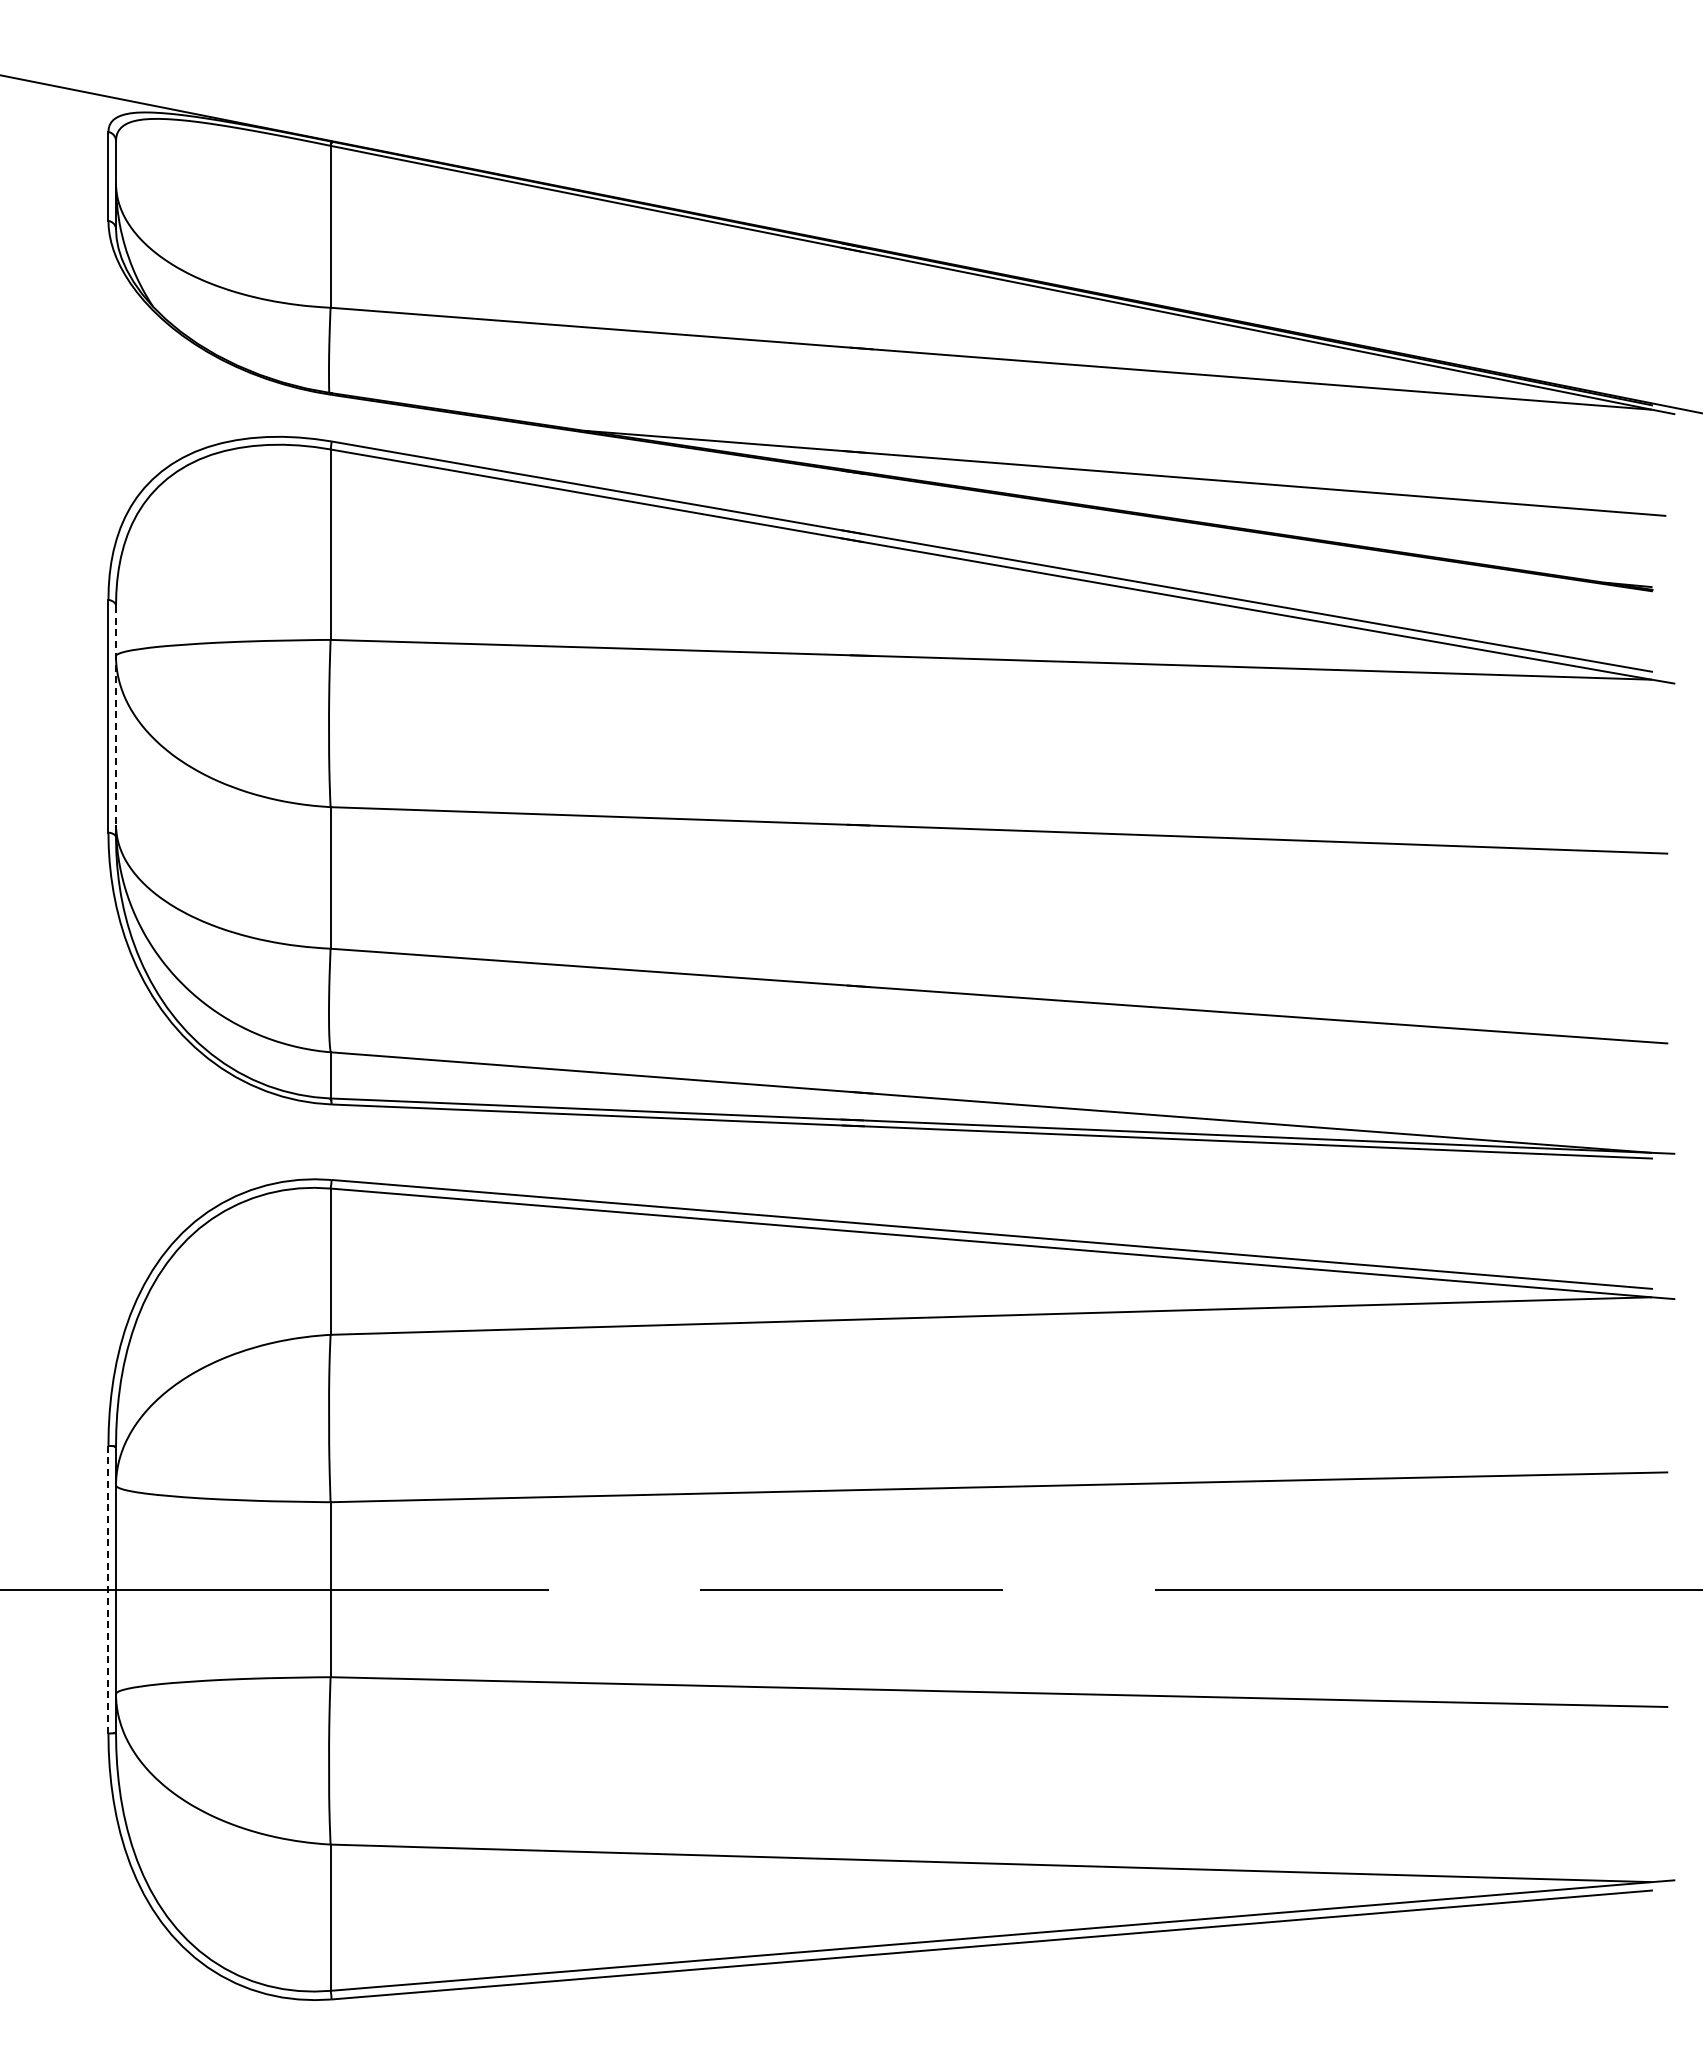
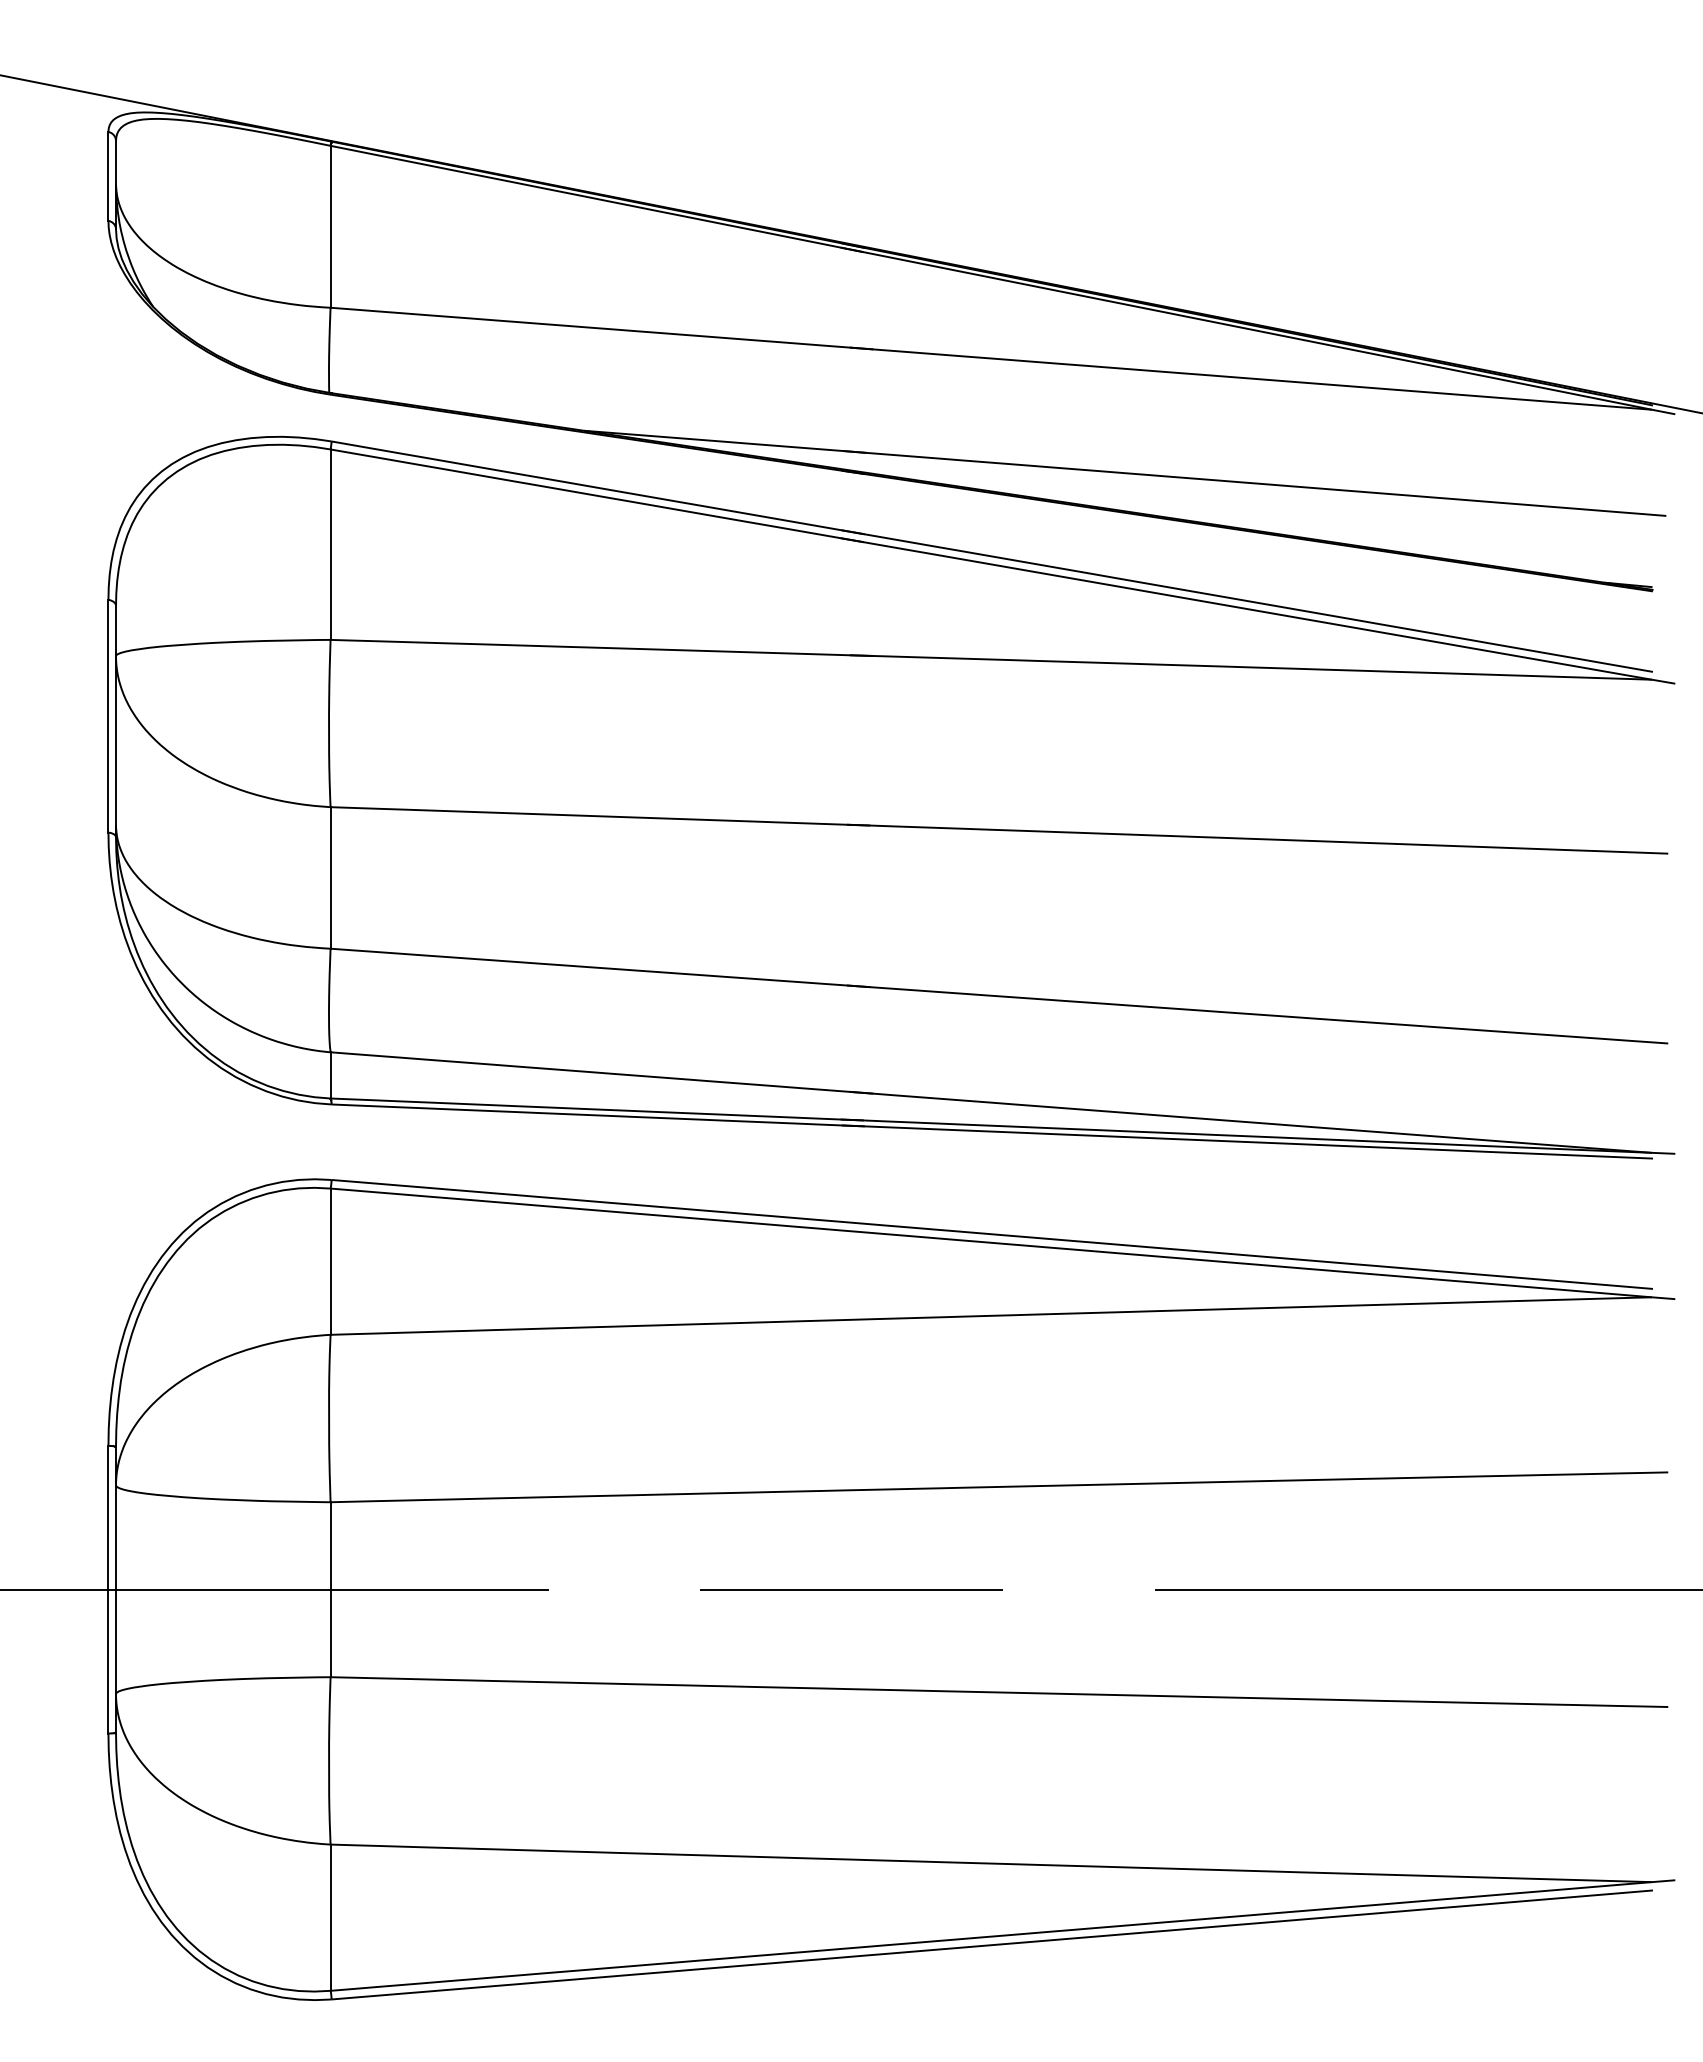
line at (116, 721): dashed -> solid
line at (108, 1589): dashed -> solid
